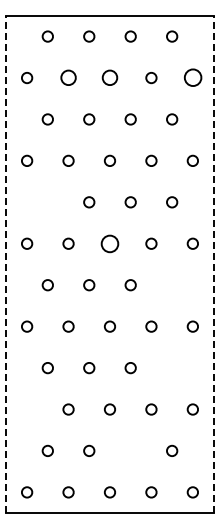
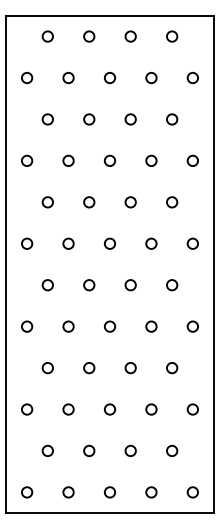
circle at (68, 77) size: 17x17 px -> 13x13 px
circle at (109, 77) size: 18x17 px -> 12x13 px
circle at (193, 77) size: 19x19 px -> 13x13 px
circle at (47, 202): none -> present
circle at (109, 243) size: 20x20 px -> 12x13 px
line at (6, 264): dashed -> solid
line at (213, 264): dashed -> solid
circle at (172, 285): none -> present
circle at (172, 368): none -> present
circle at (27, 409): none -> present
circle at (130, 450): none -> present
